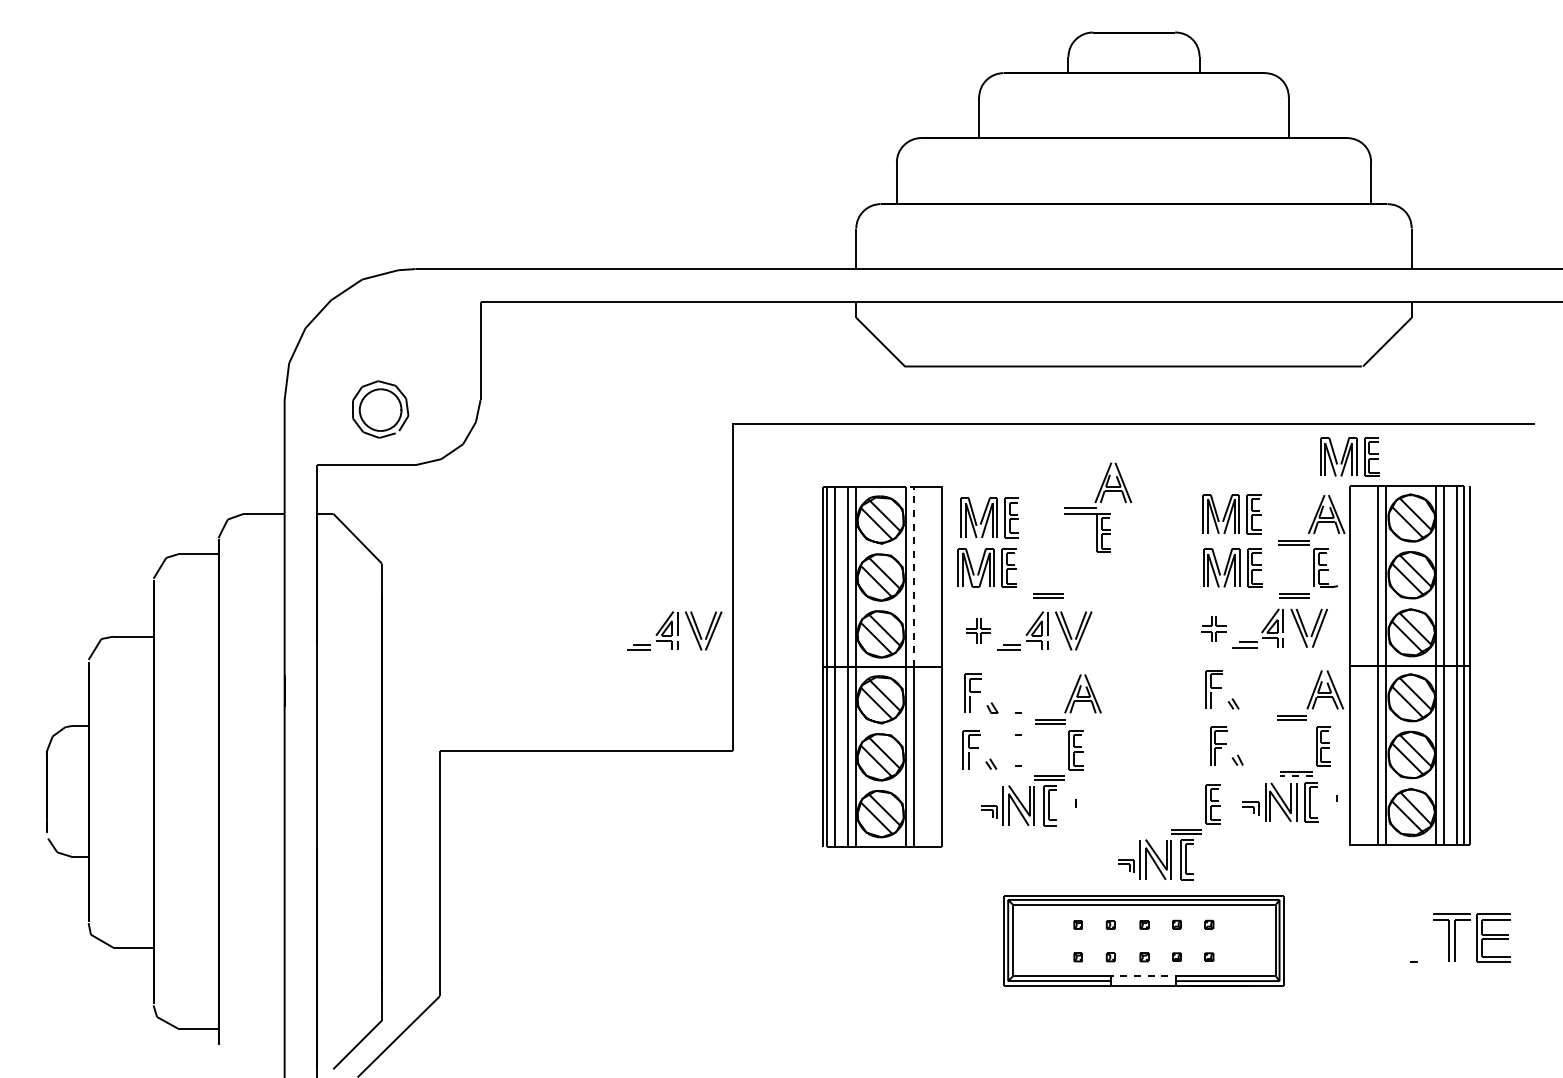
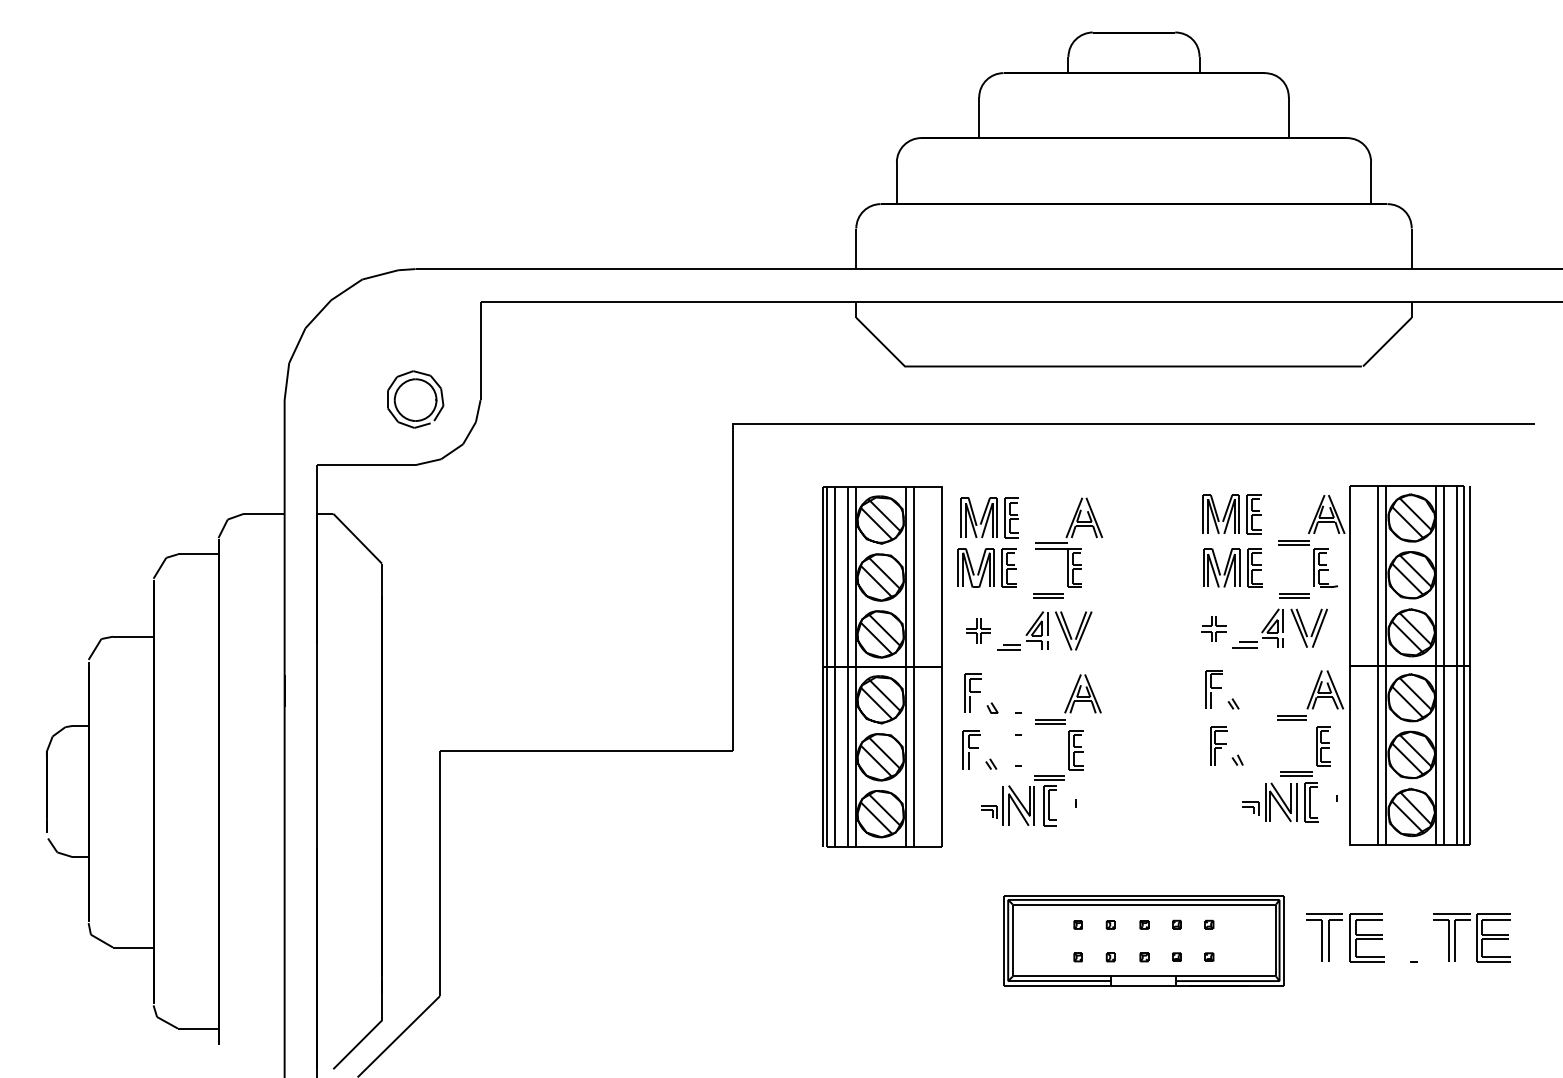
part at (380, 409) position: (380, 409) -> (415, 399)
part at (1349, 456): present -> none
part at (1098, 507) position: (1098, 507) -> (1069, 542)
line at (914, 571): dashed -> solid
part at (674, 630): present -> none
line at (1296, 776): dashed -> solid
part at (1169, 832): present -> none
part at (1345, 937): none -> present
line at (1141, 976): dashed -> solid
